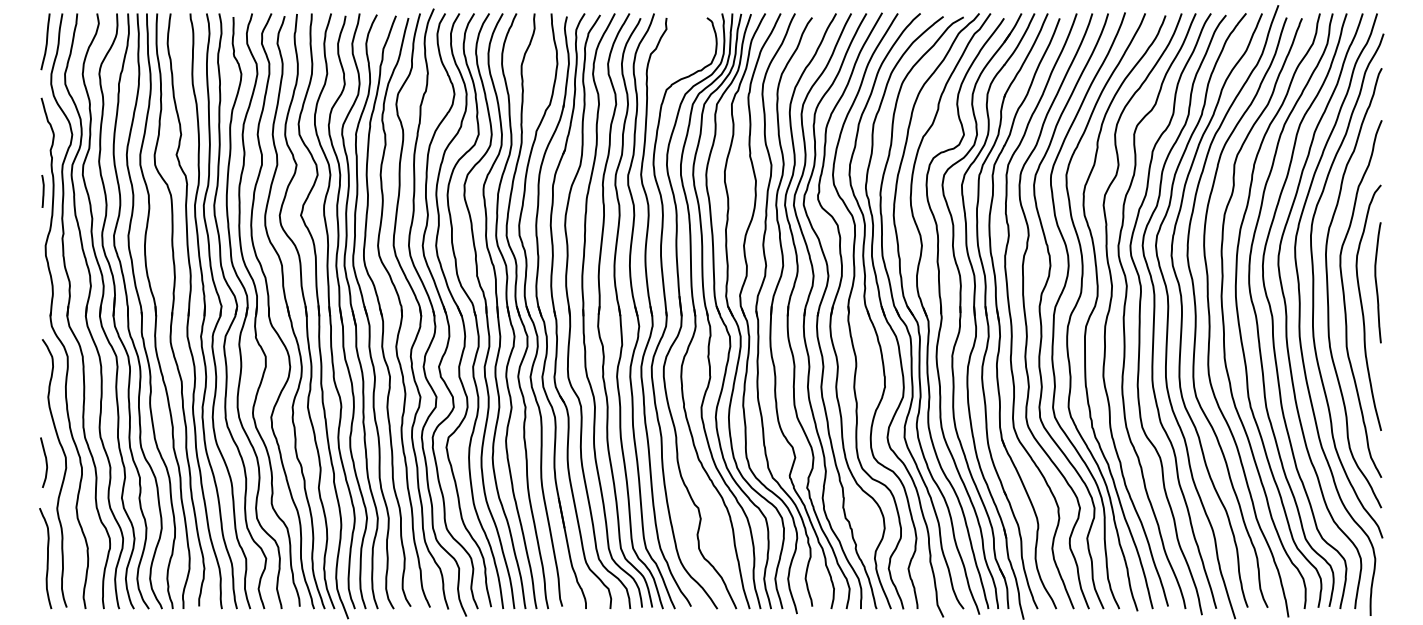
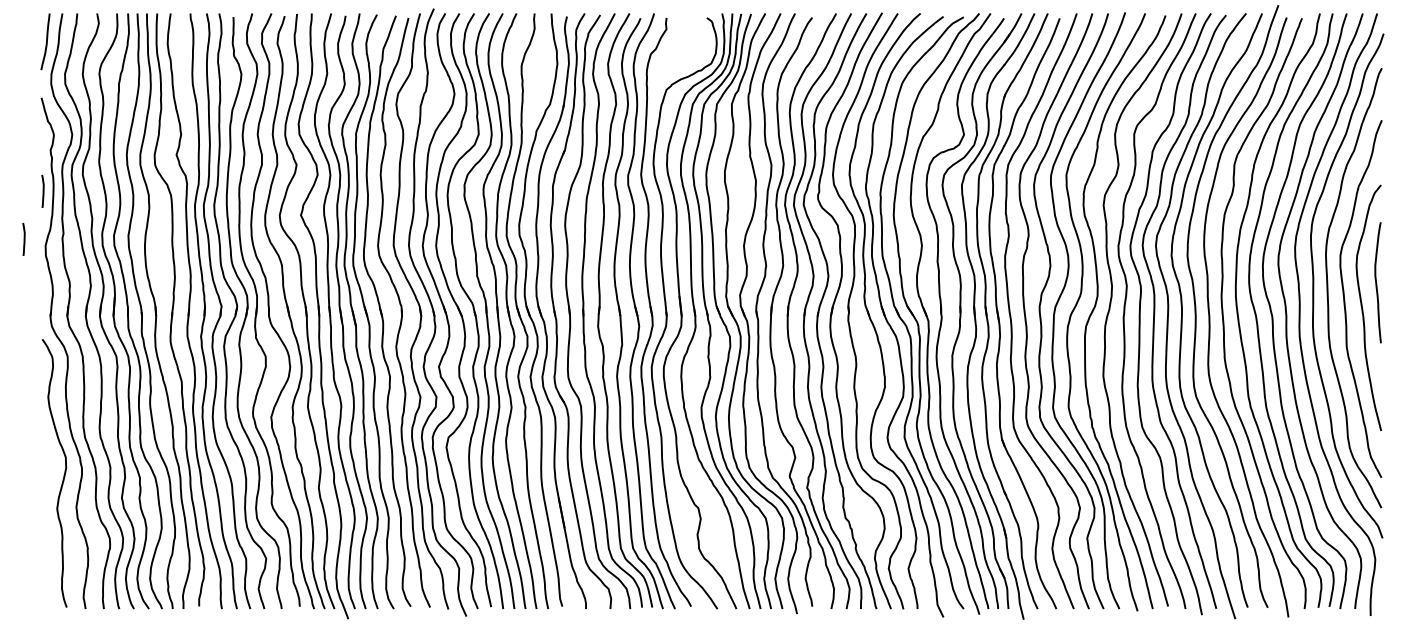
line at (23, 239): none -> present
curve at (45, 462): present -> none
curve at (47, 558): present -> none
